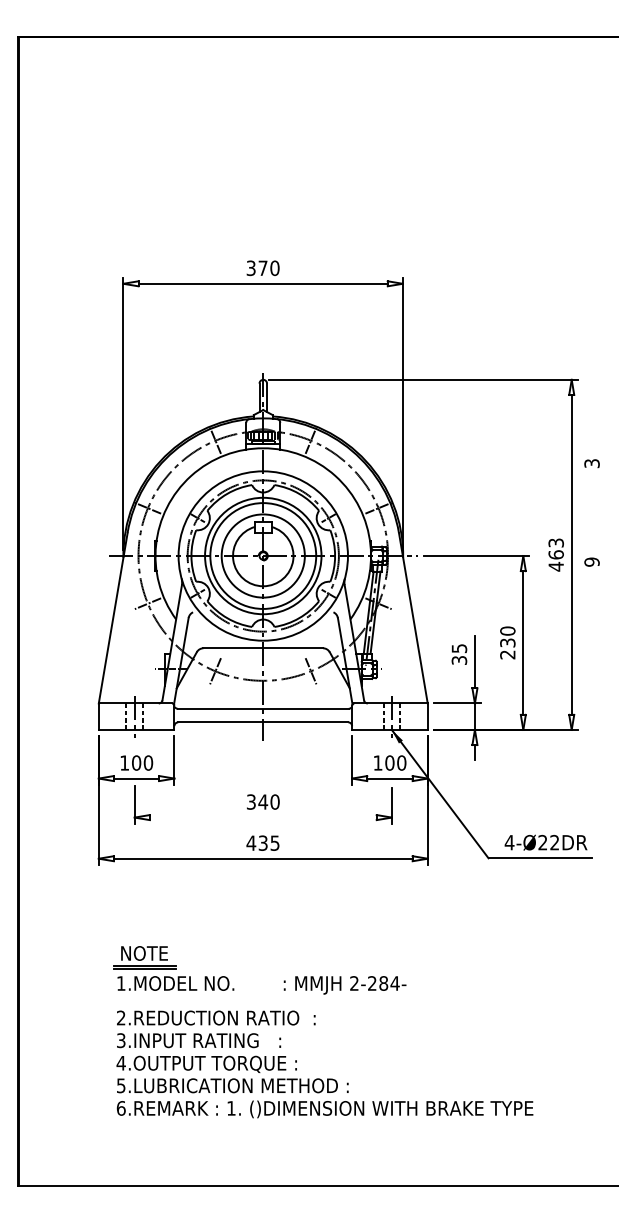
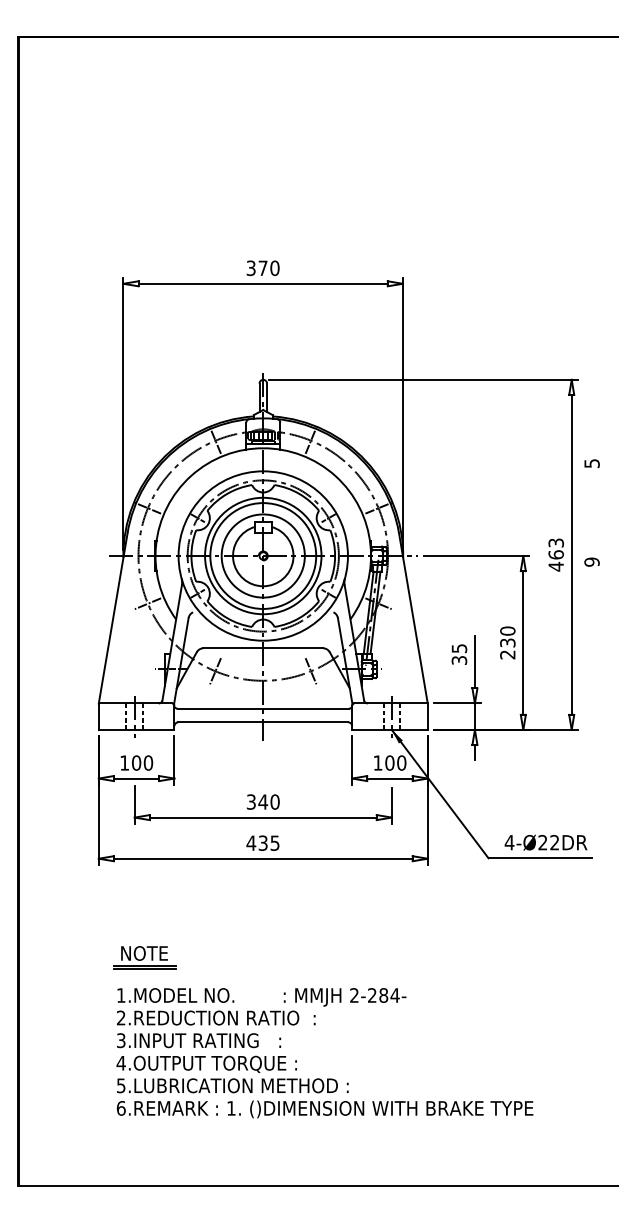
text at (591, 463): 3 -> 5
line at (262, 817): none -> present
text at (261, 985) position: (261, 985) -> (261, 997)
